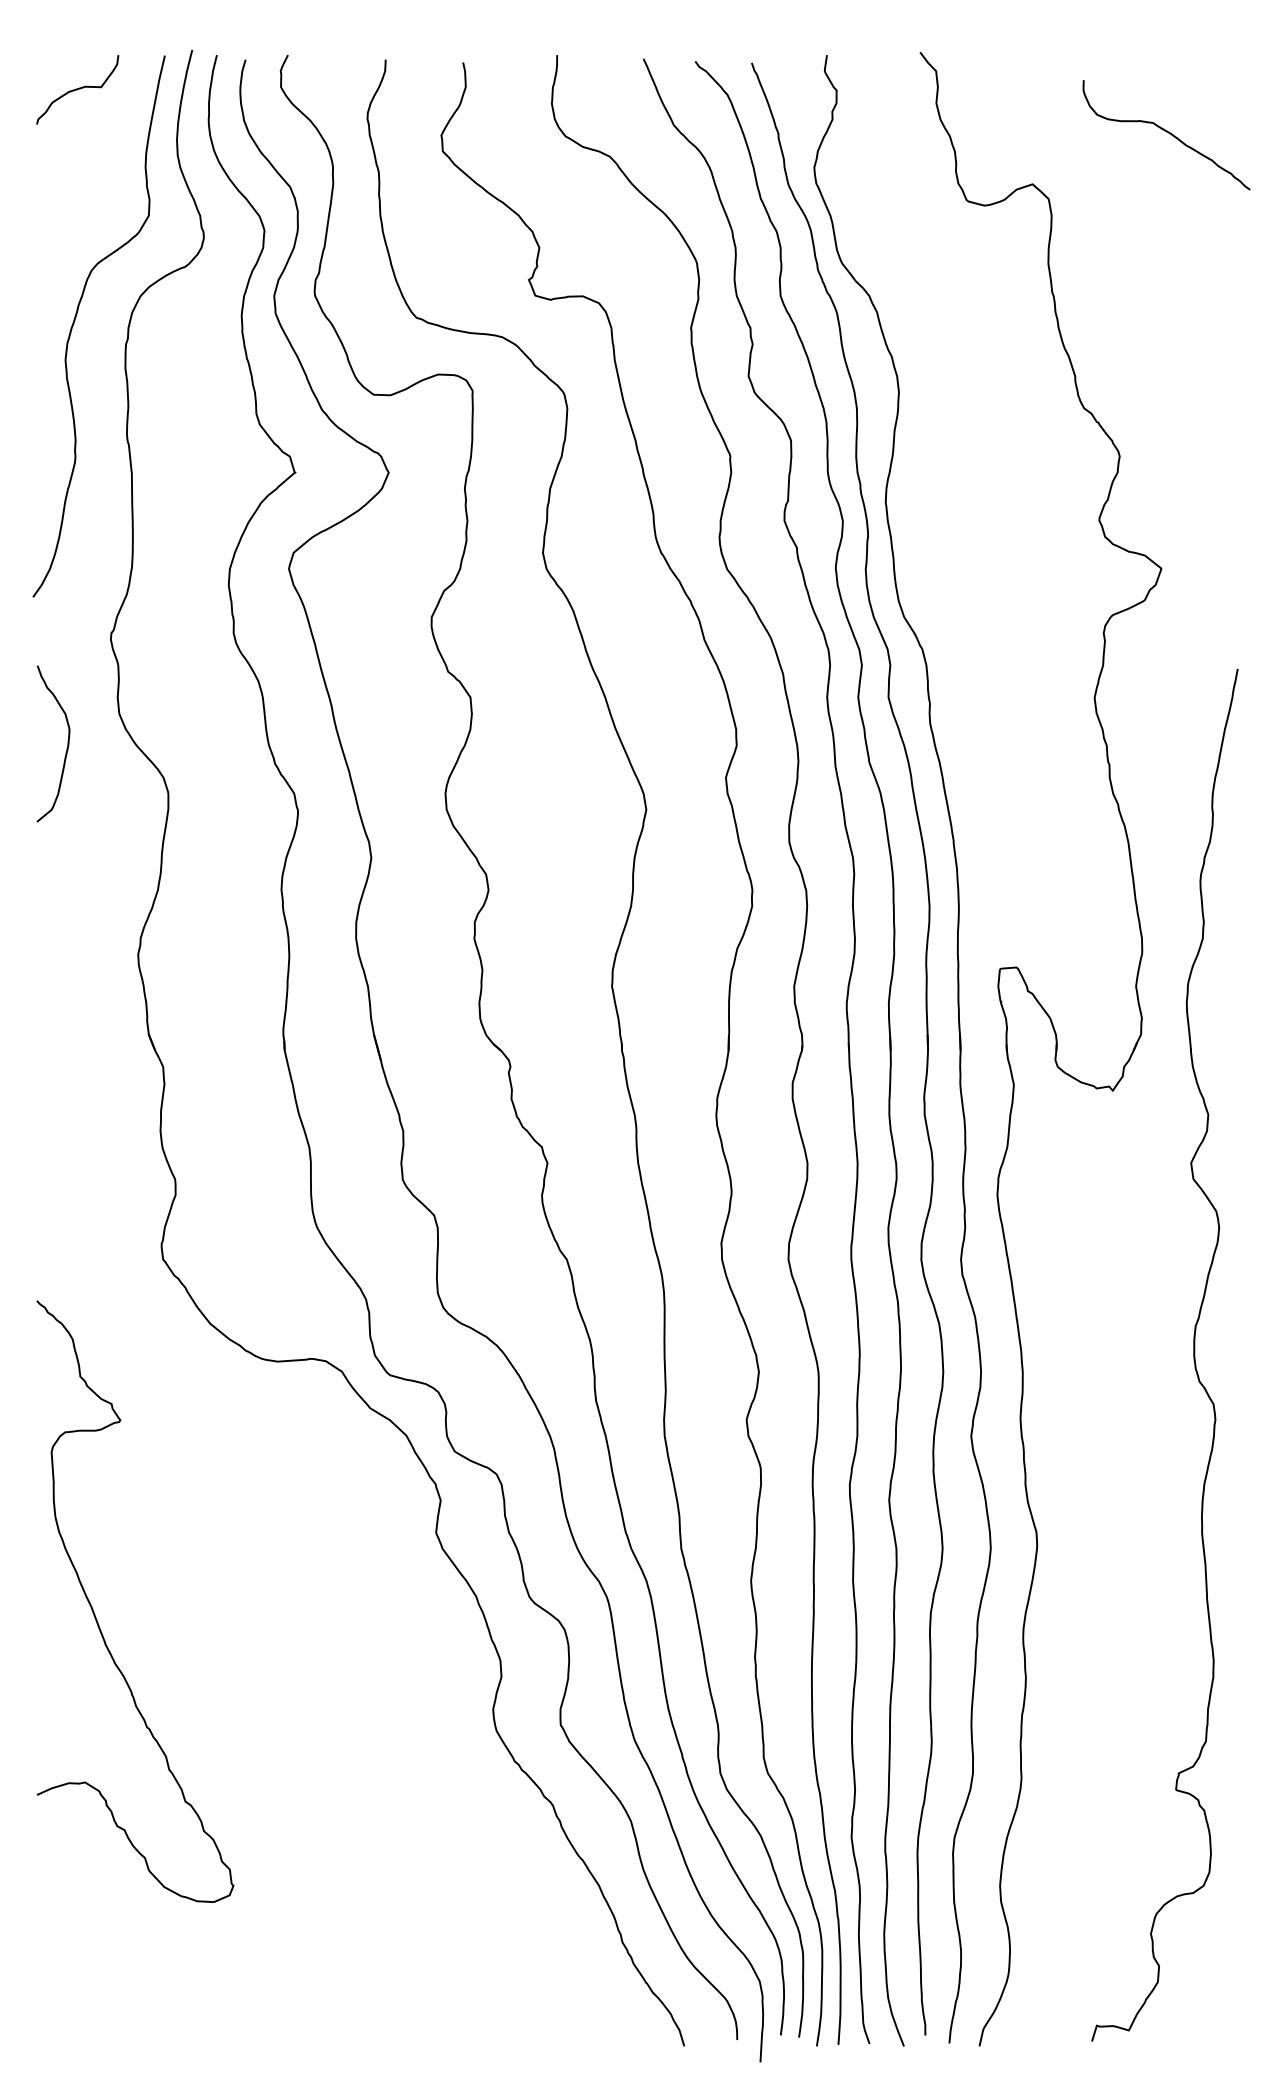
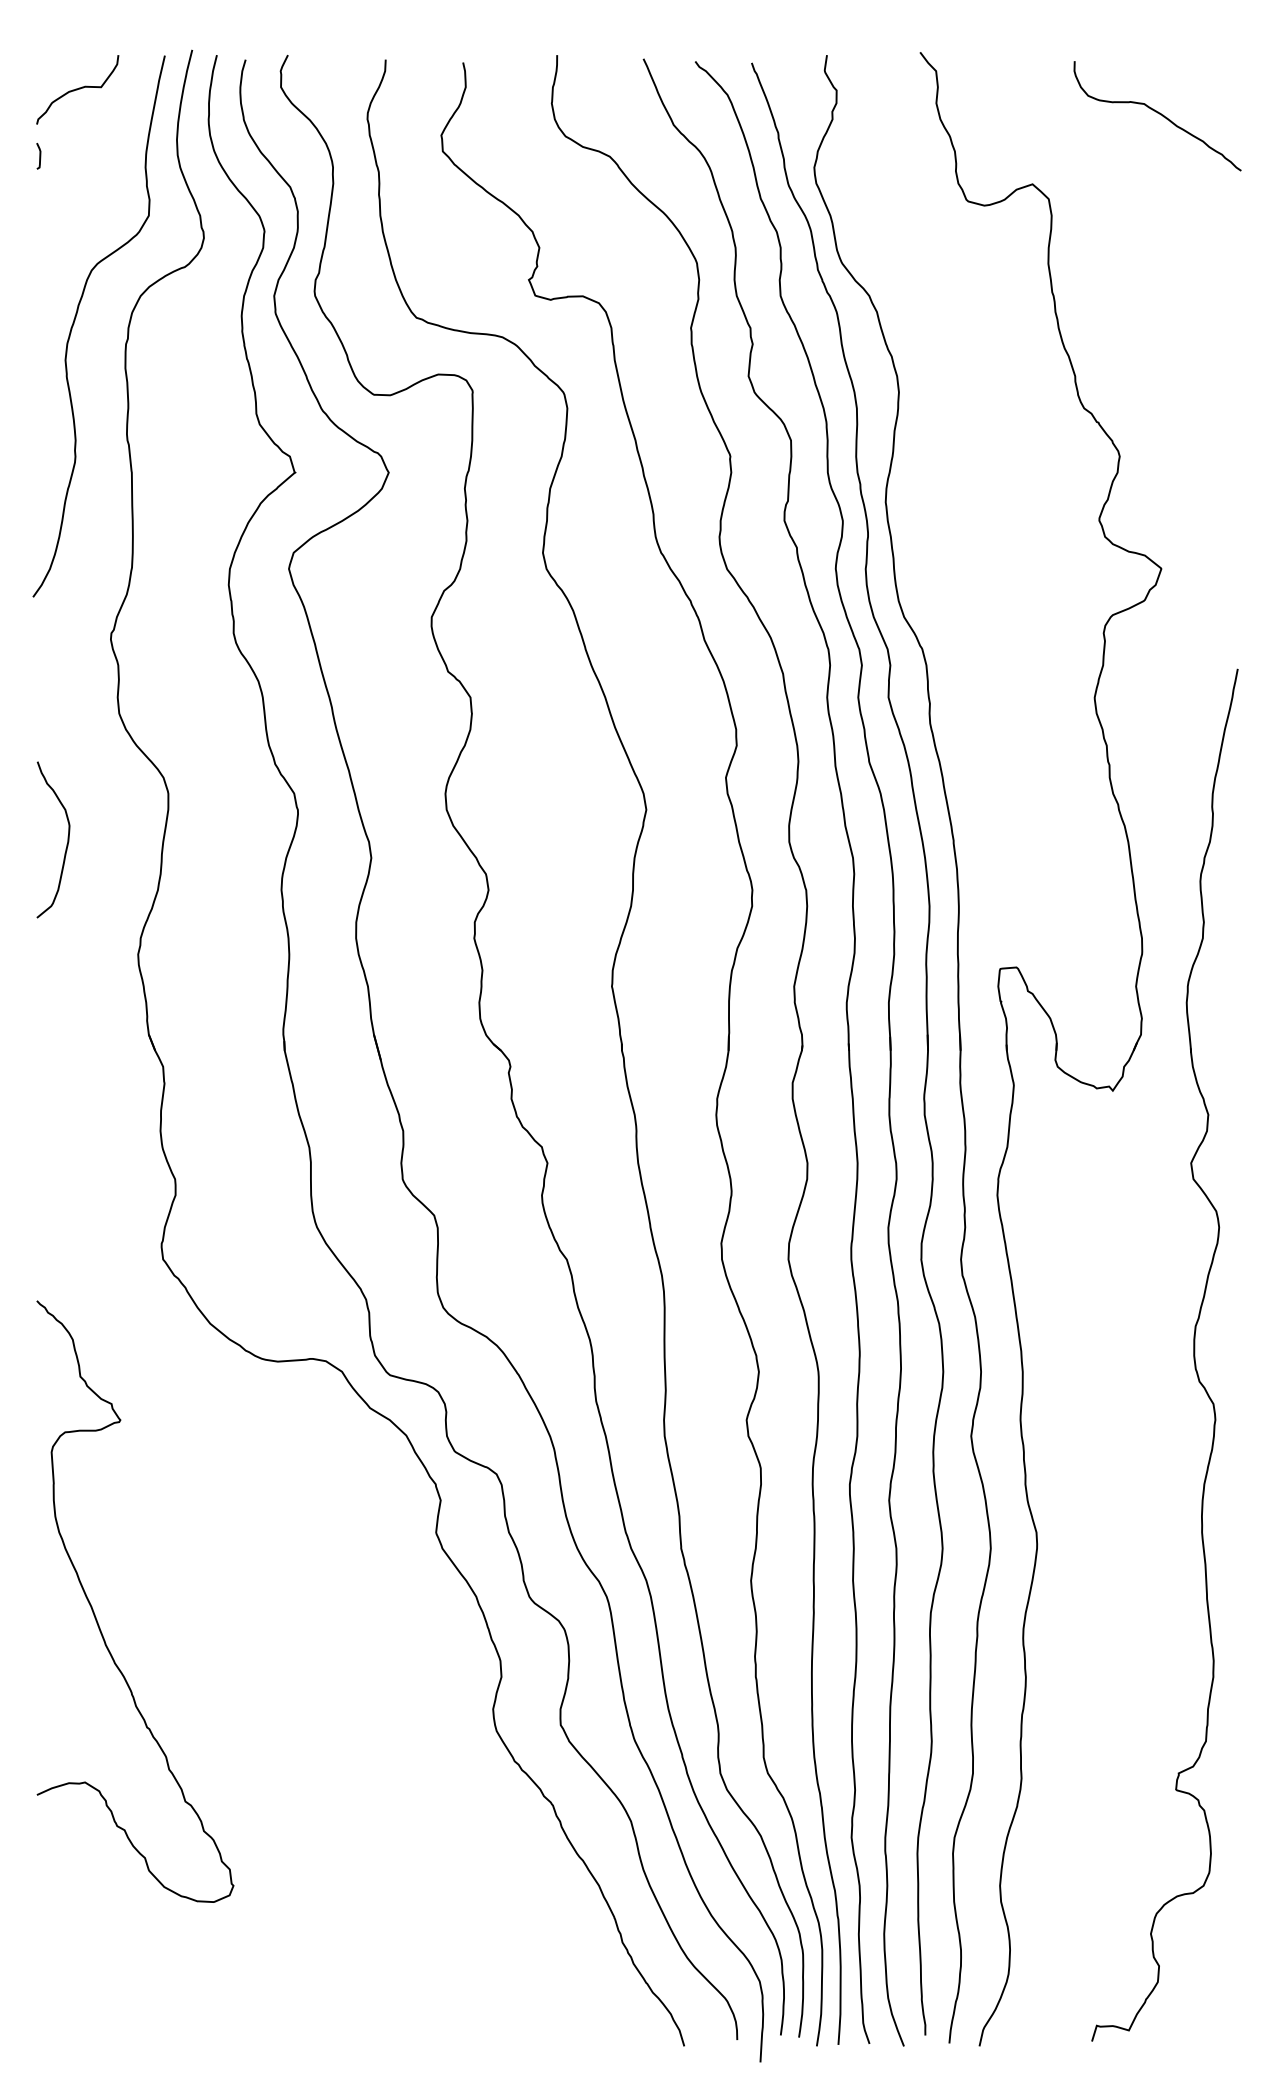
curve at (1168, 133) position: (1168, 133) -> (1159, 114)
curve at (39, 156): none -> present
curve at (66, 748) position: (66, 748) -> (66, 844)
